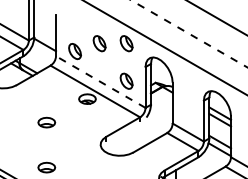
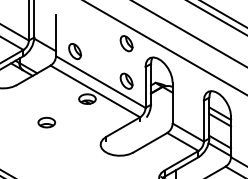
line at (223, 14): none -> present
line at (189, 33): dashed -> solid
part at (99, 43): present -> none
line at (100, 82): dashed -> solid
part at (46, 167): present -> none
